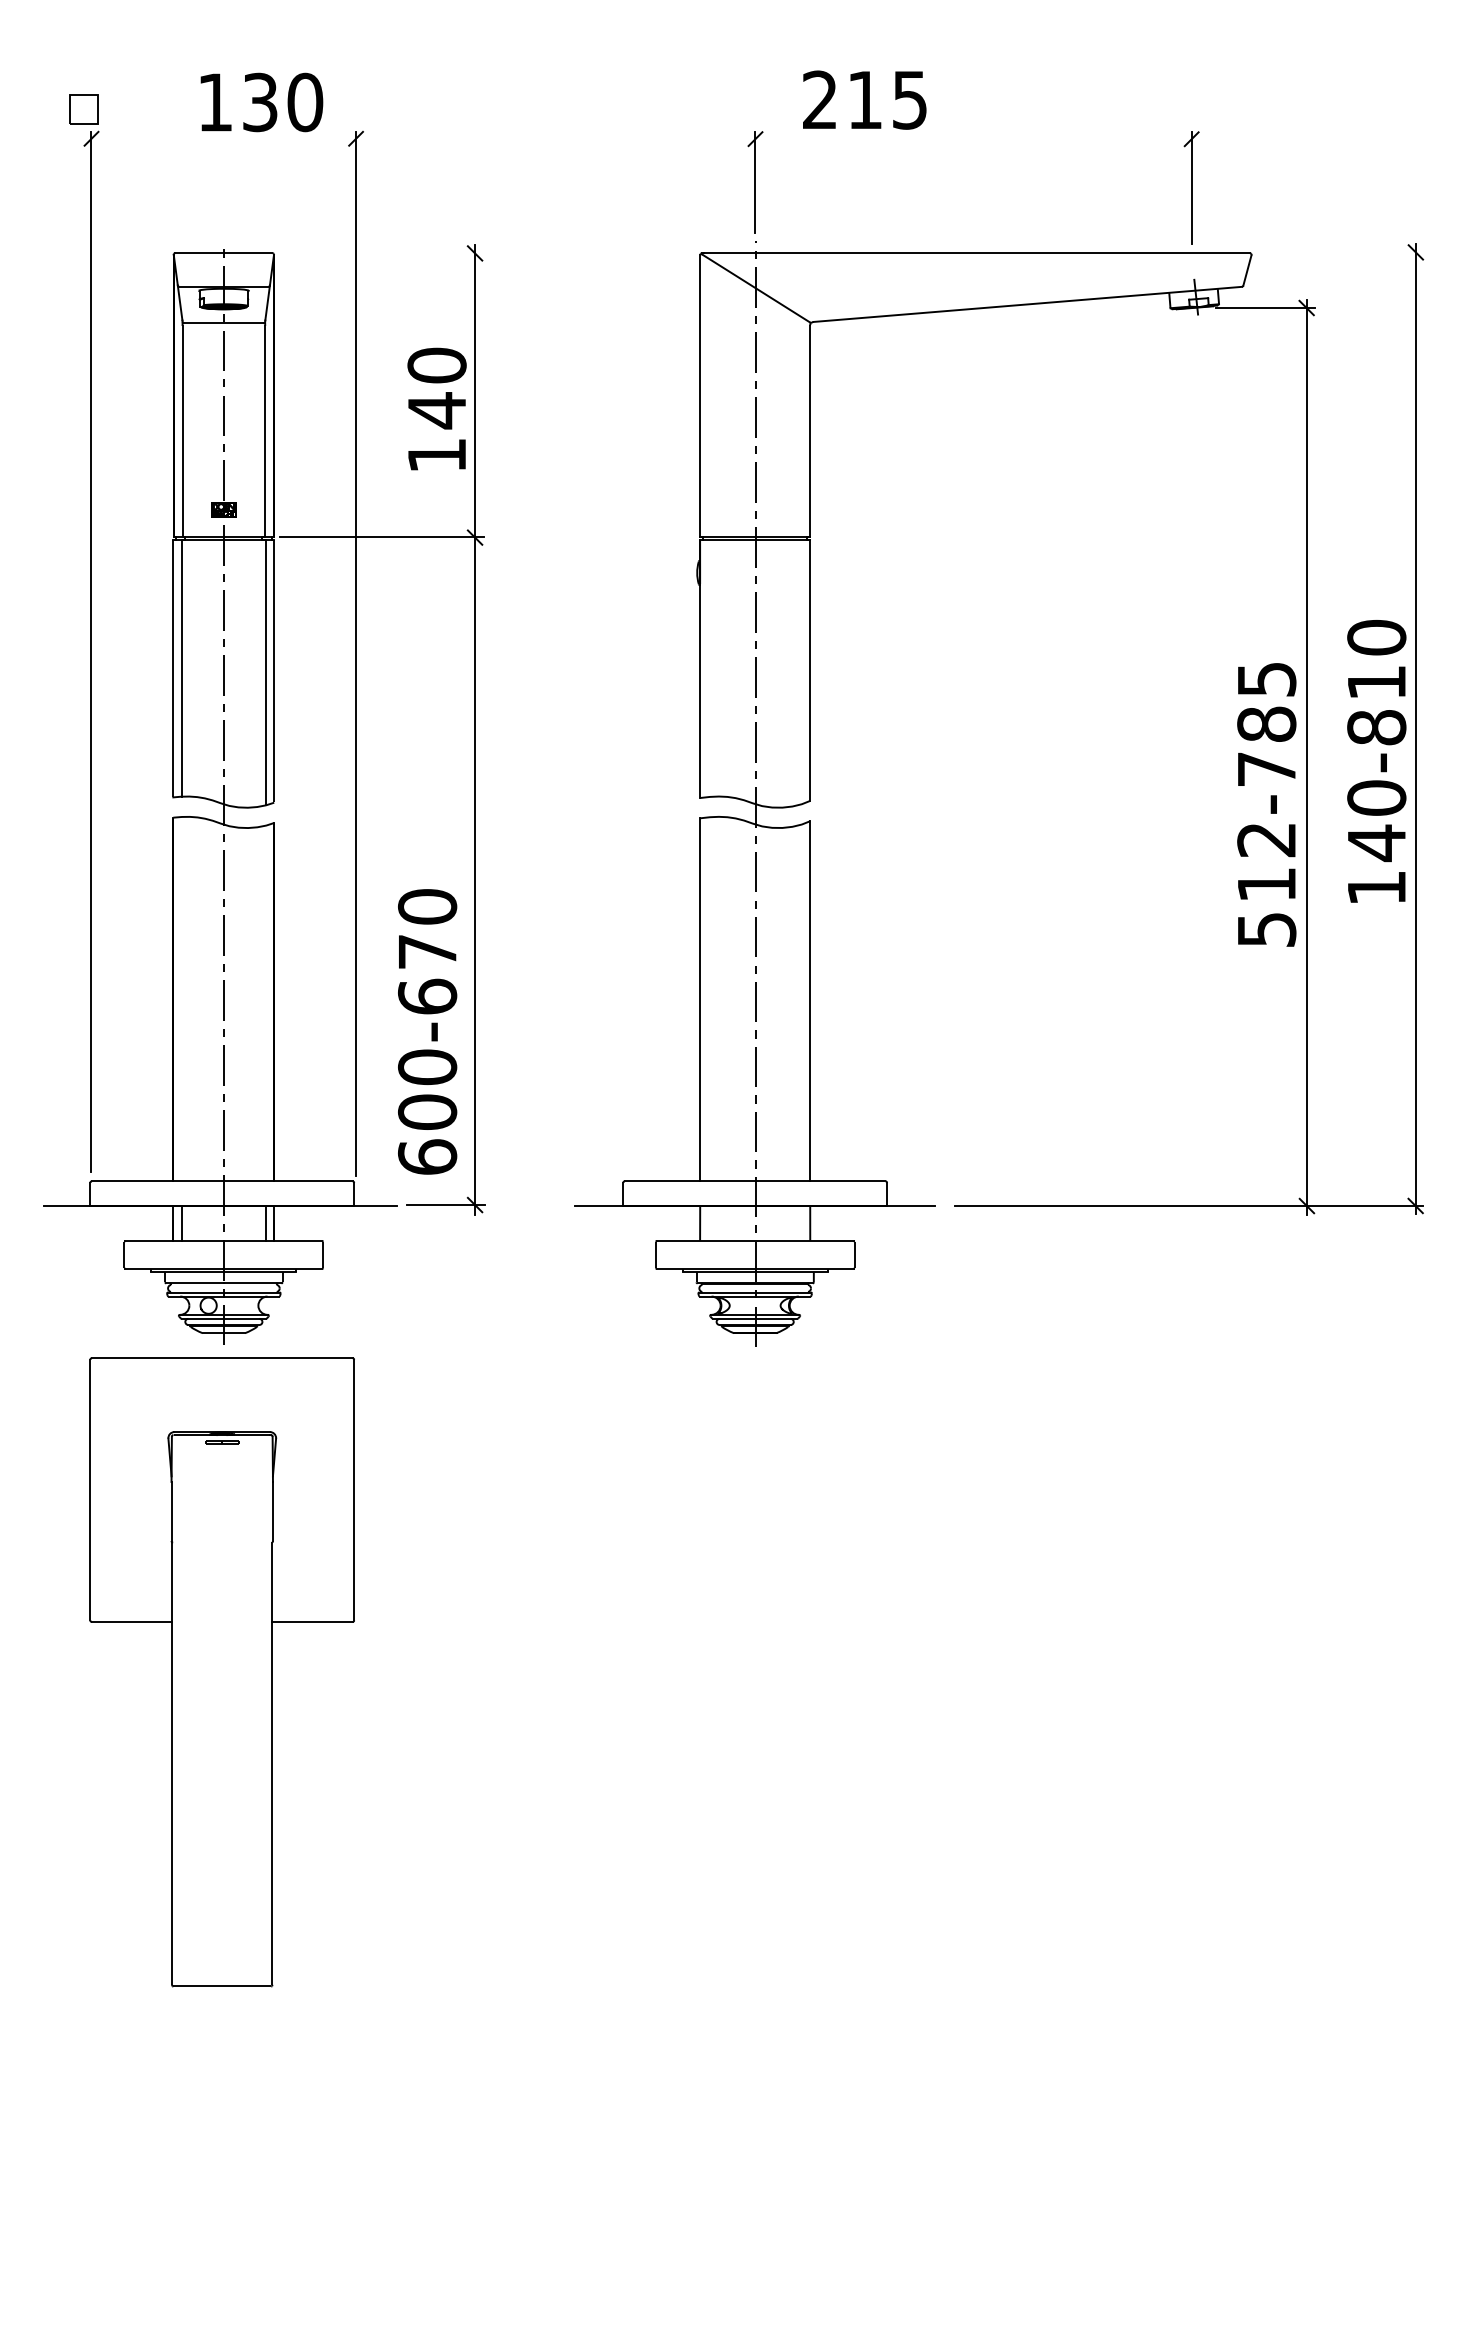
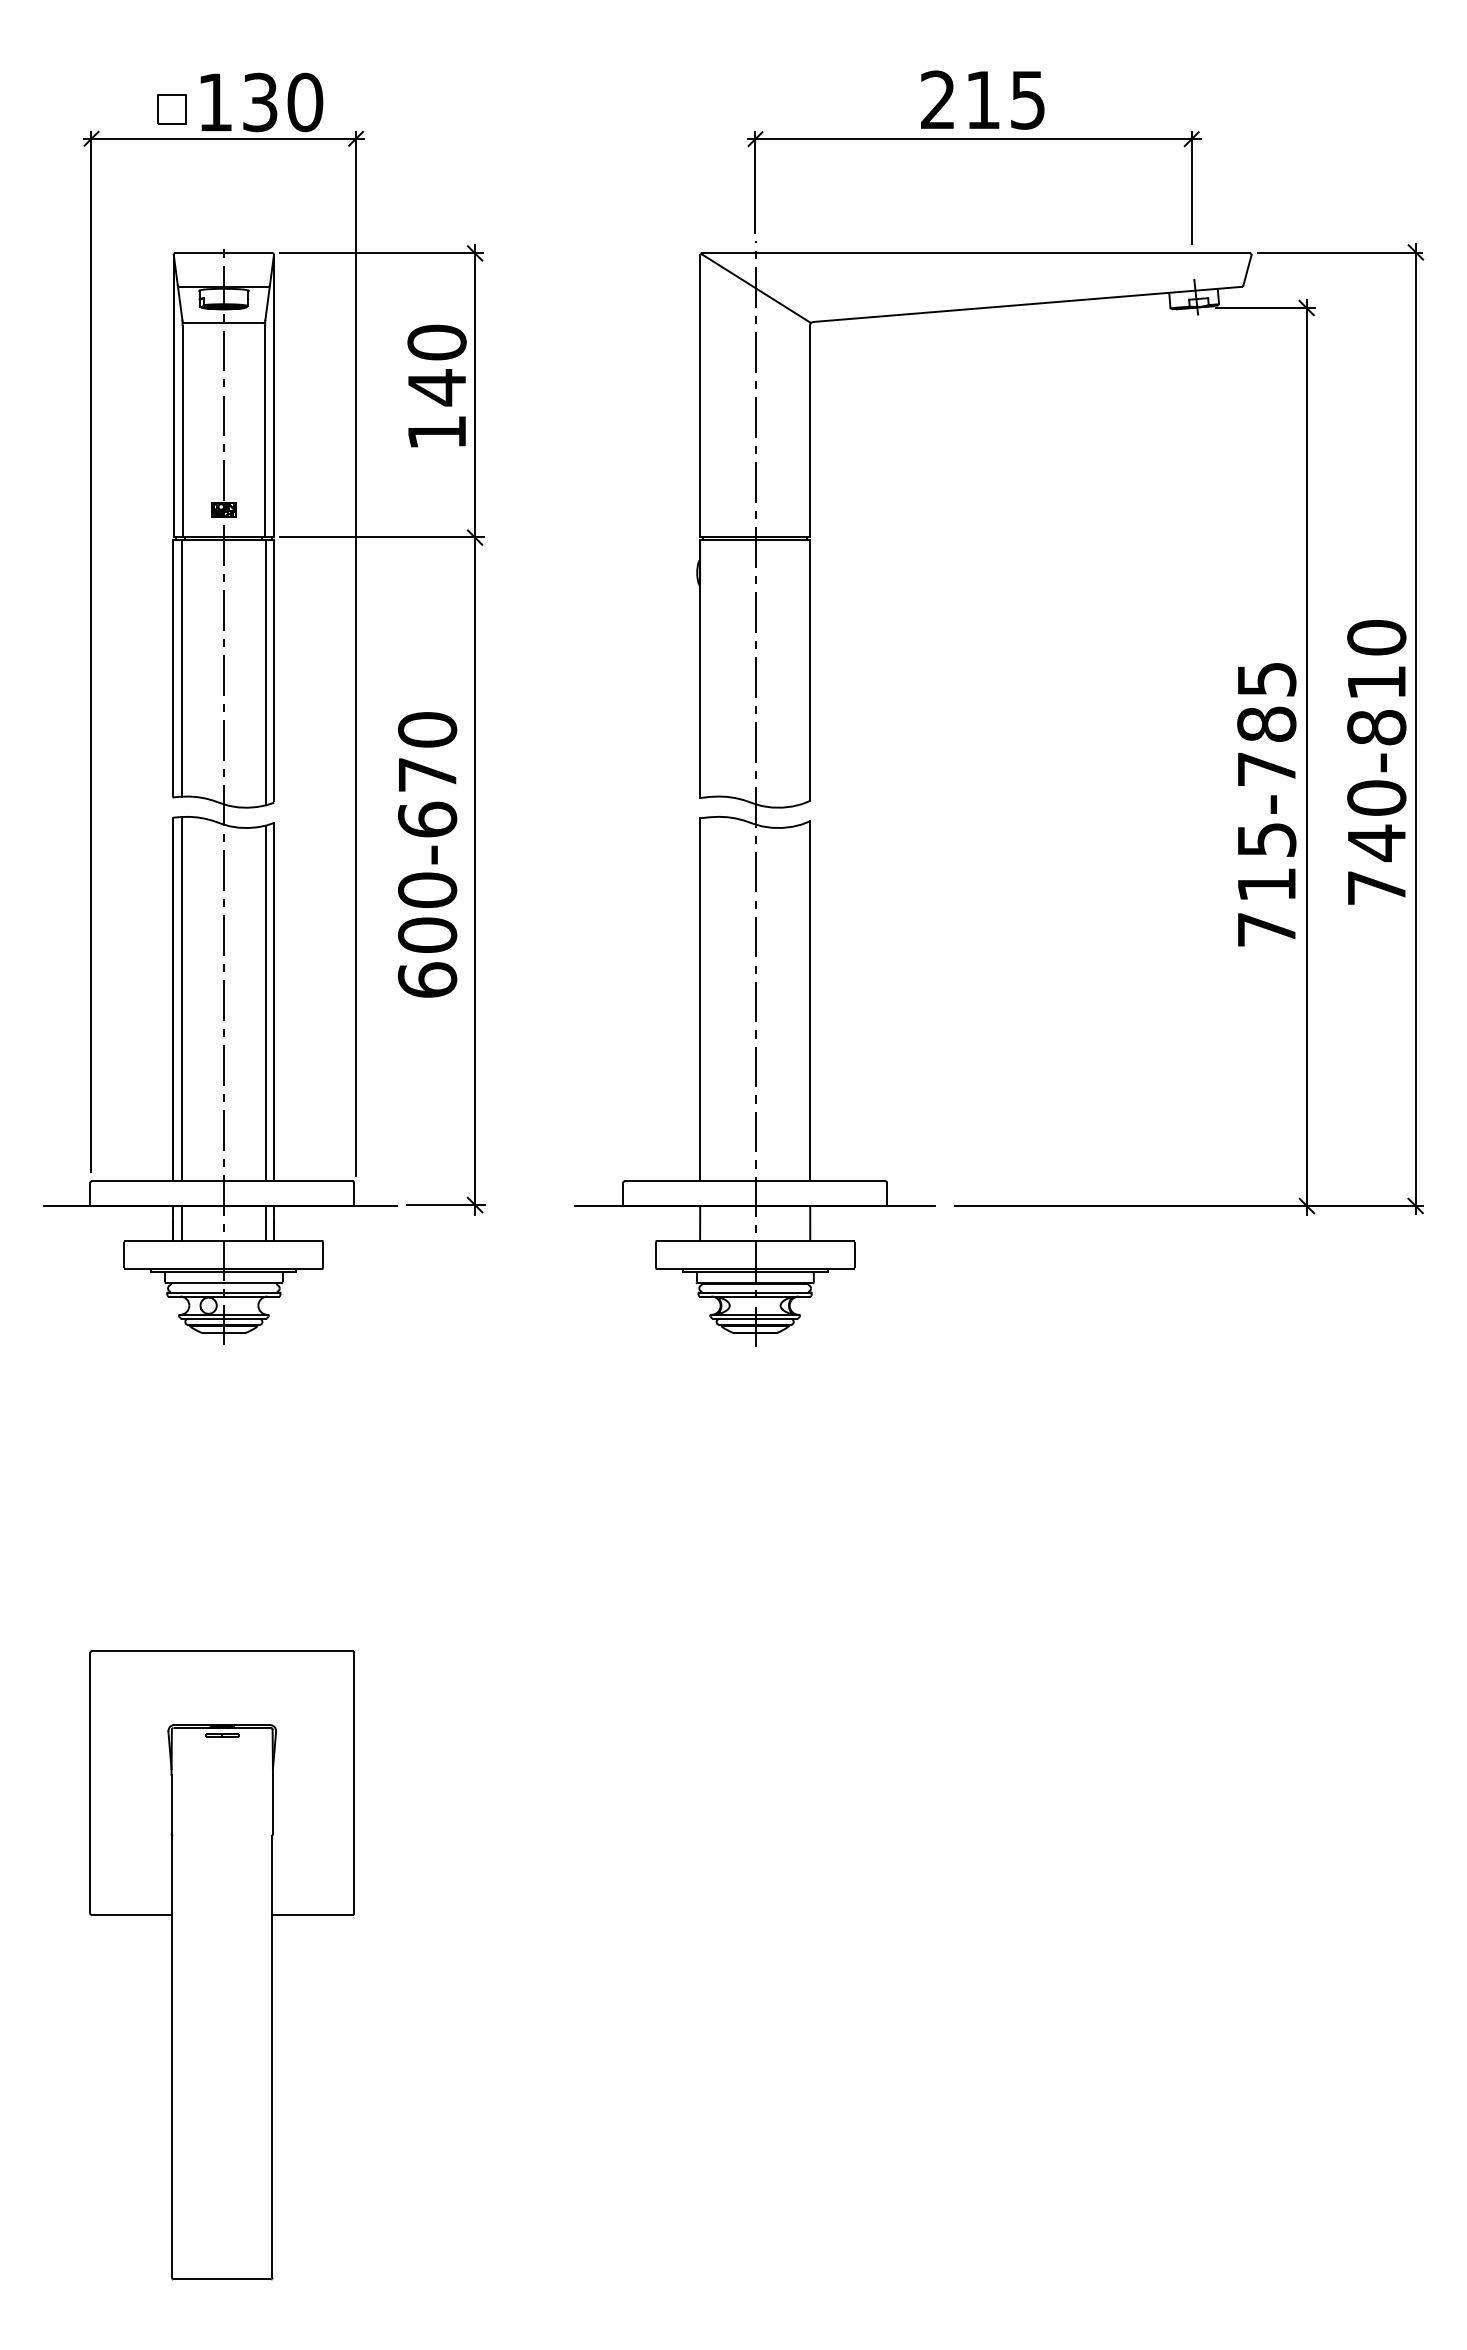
text at (864, 99) position: (864, 99) -> (982, 99)
part at (83, 109) position: (83, 109) -> (171, 109)
line at (224, 139): none -> present
line at (974, 139): none -> present
line at (380, 253): none -> present
line at (1340, 253): none -> present
text at (436, 408) position: (436, 408) -> (436, 385)
text at (1266, 884): 512-785 -> 715-785
text at (1376, 887): 140-810 -> 740-810
line at (182, 998): none -> present
line at (265, 1003): none -> present
text at (427, 1031) position: (427, 1031) -> (427, 854)
part at (221, 1672) position: (221, 1672) -> (221, 1965)
